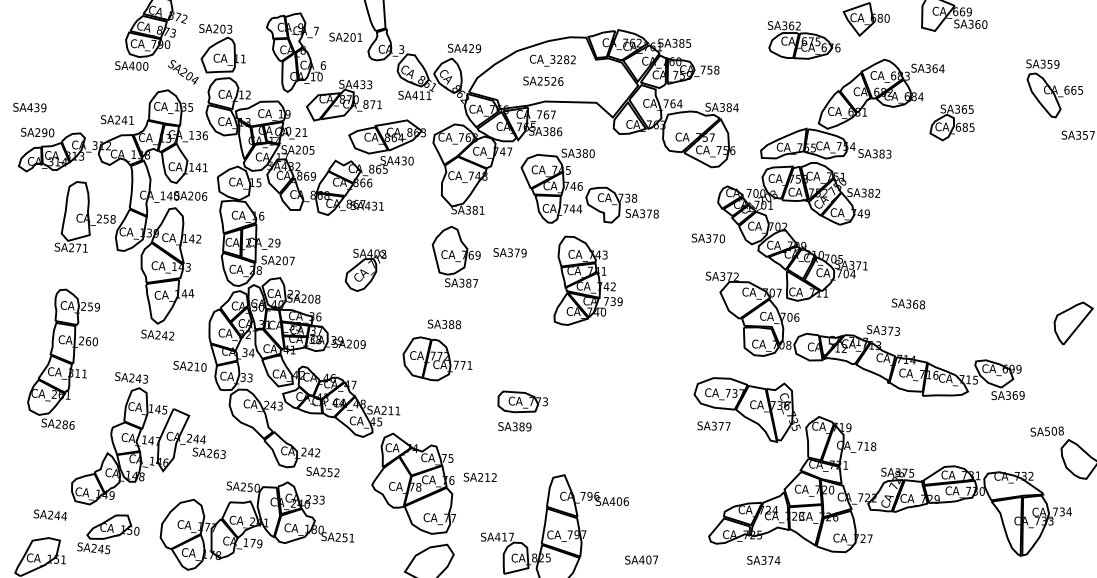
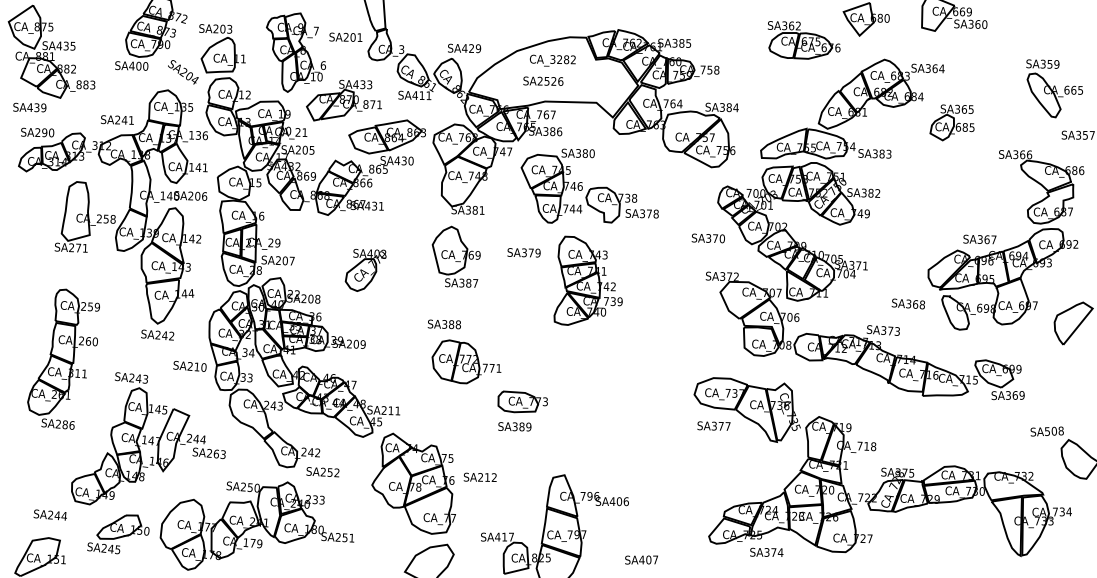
part at (51, 51): none -> present
part at (1008, 248): none -> present
text at (509, 252) position: (509, 252) -> (523, 252)
part at (437, 358) position: (437, 358) -> (466, 361)
part at (108, 534) position: (108, 534) -> (118, 534)
text at (763, 559) position: (763, 559) -> (766, 551)
